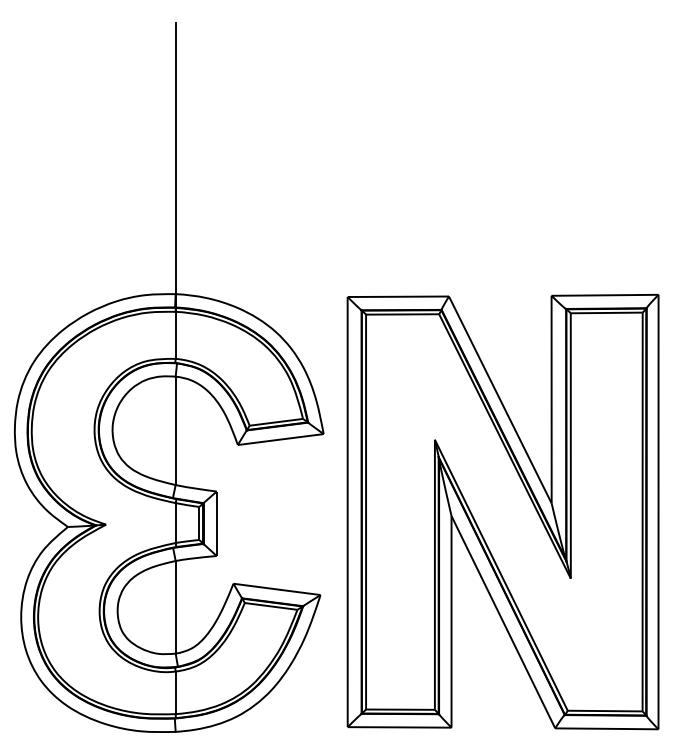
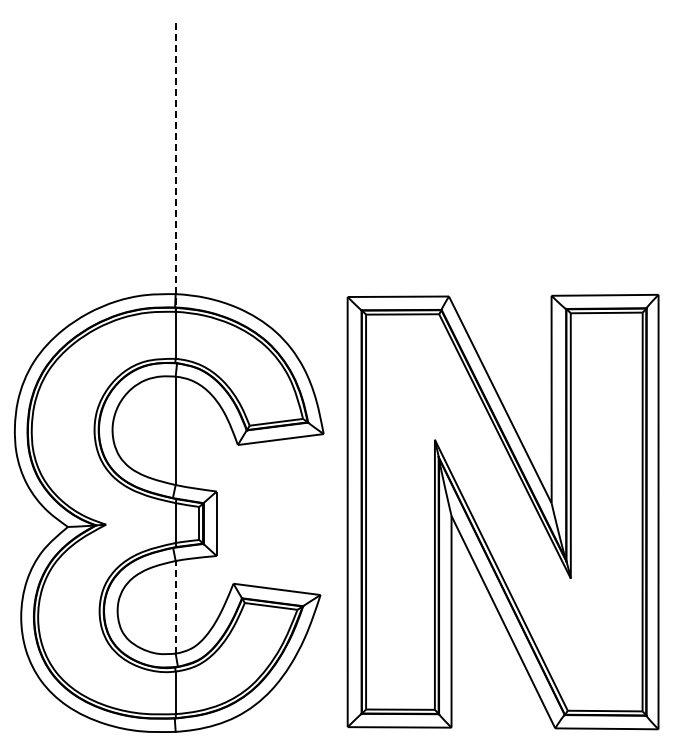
line at (175, 168): solid -> dashed
line at (175, 606): solid -> dashed
